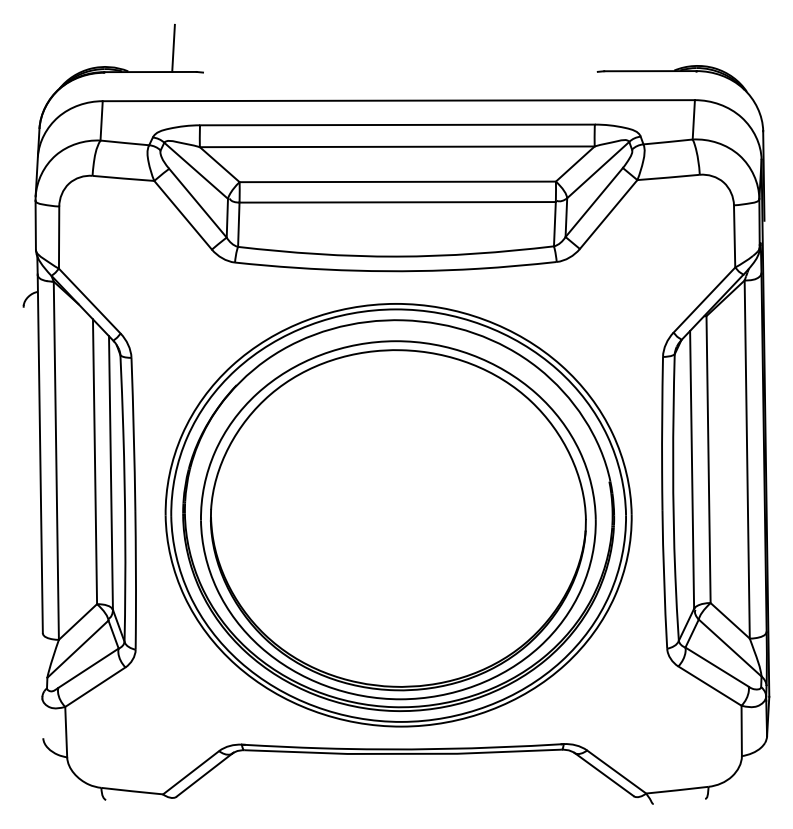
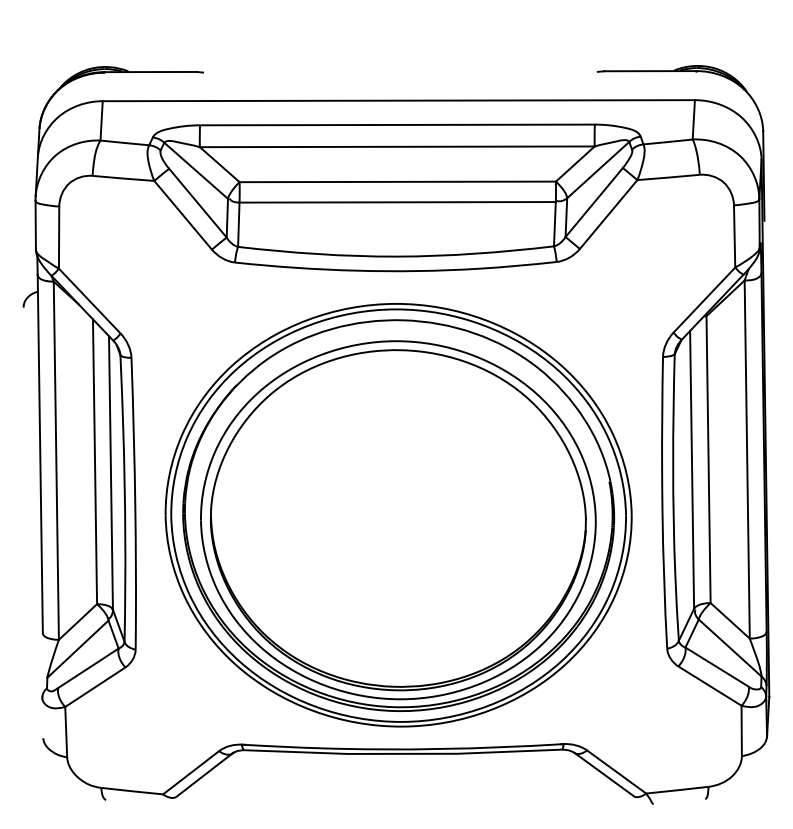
line at (173, 48): present -> none
